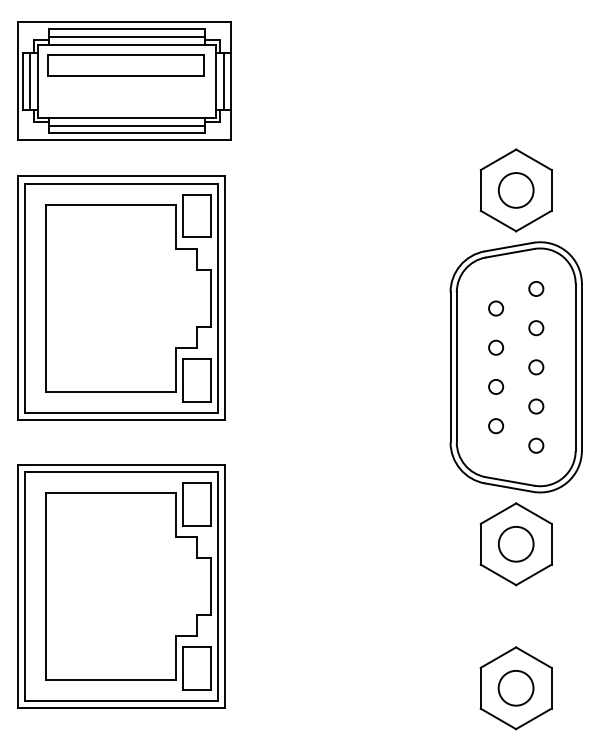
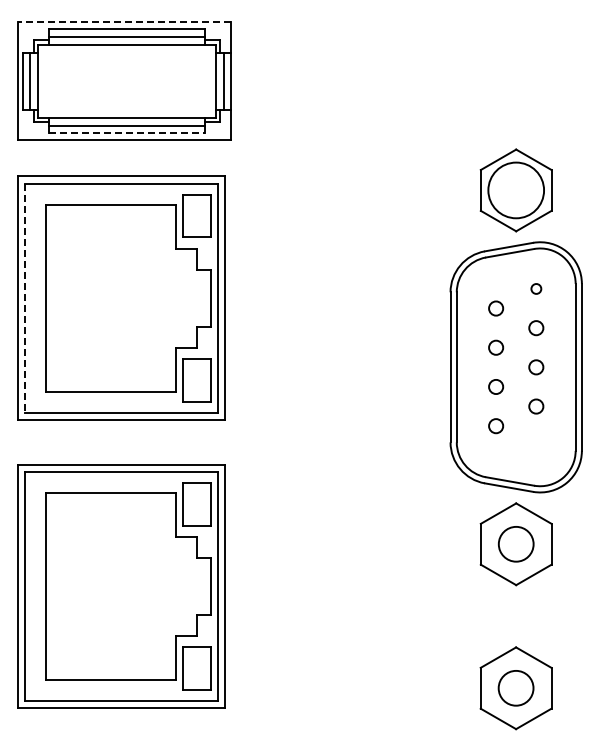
line at (124, 22): solid -> dashed
part at (125, 65): present -> none
line at (127, 133): solid -> dashed
circle at (515, 190) diameter: 35 px -> 56 px
circle at (536, 288) size: 17x16 px -> 13x12 px
line at (25, 298): solid -> dashed
circle at (536, 445): present -> none
